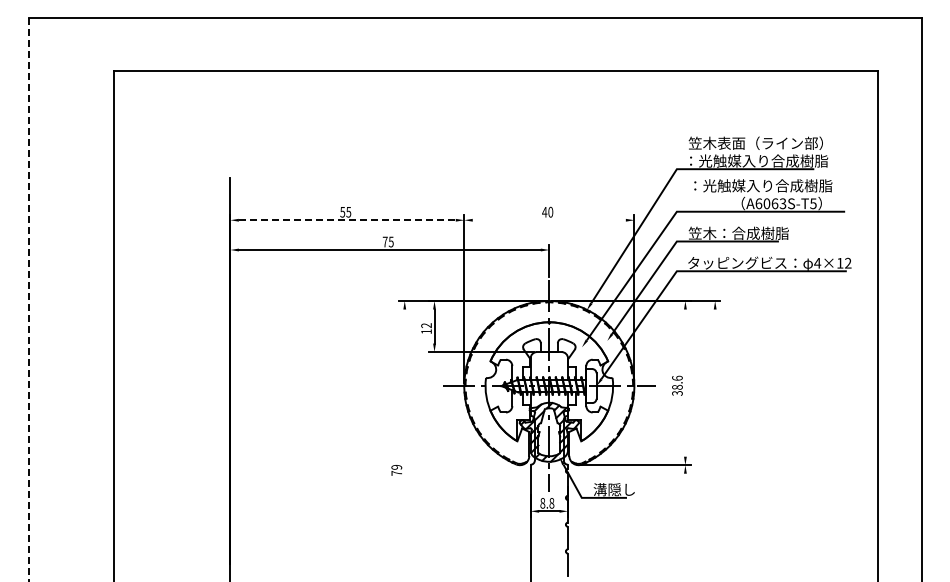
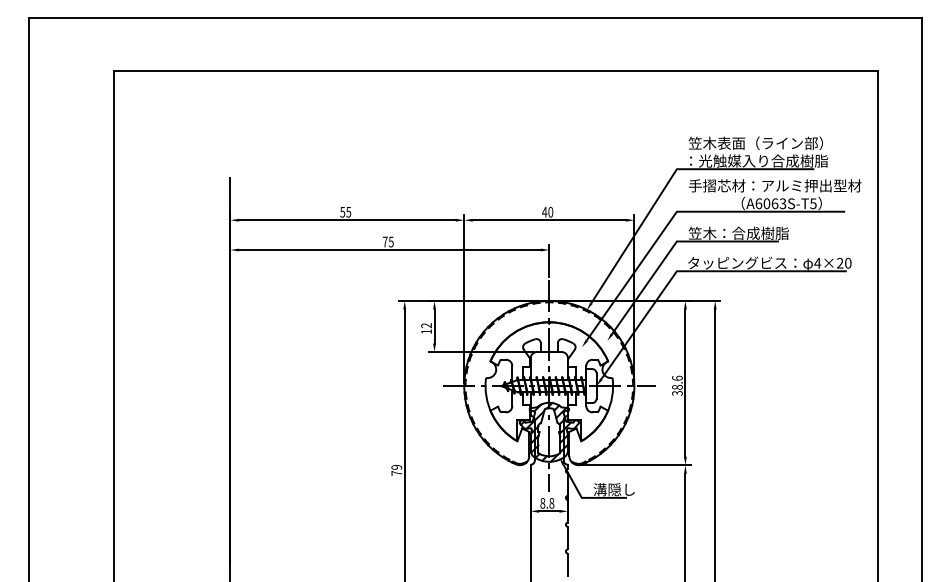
text at (774, 185): ：光触媒入り合成樹脂 -> 手摺芯材：アルミ押出型材
line at (347, 220): dashed -> solid
line at (548, 220): none -> present
text at (844, 262): 4×12 -> 4×20
line at (28, 299): dashed -> solid
line at (685, 382): none -> present
line at (404, 443): none -> present
line at (715, 443): none -> present
line at (685, 525): none -> present
